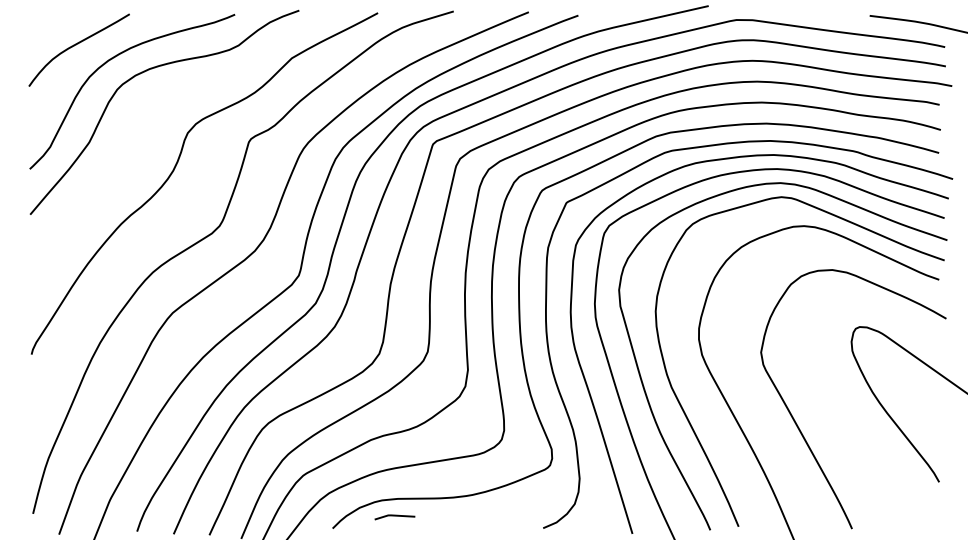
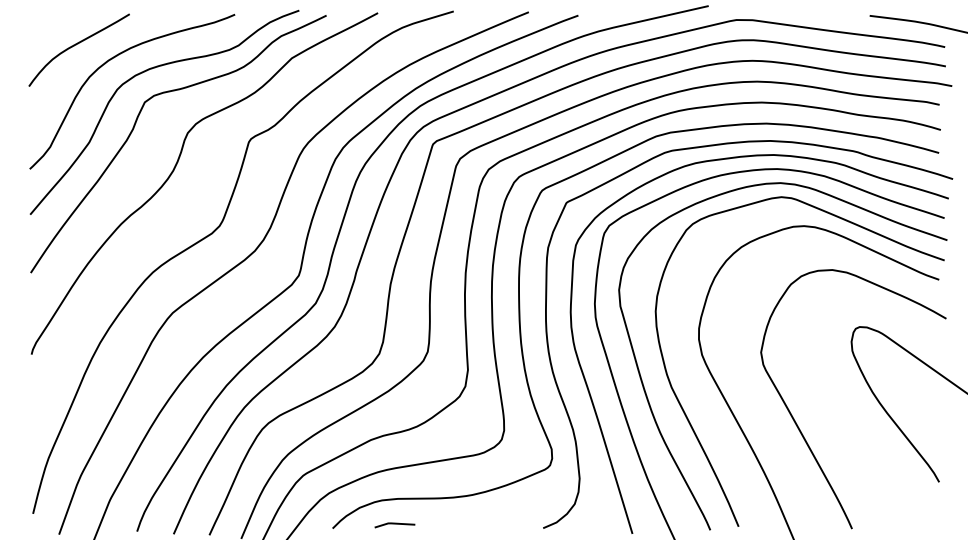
curve at (135, 126): none -> present
line at (394, 516) position: (394, 516) -> (394, 524)
